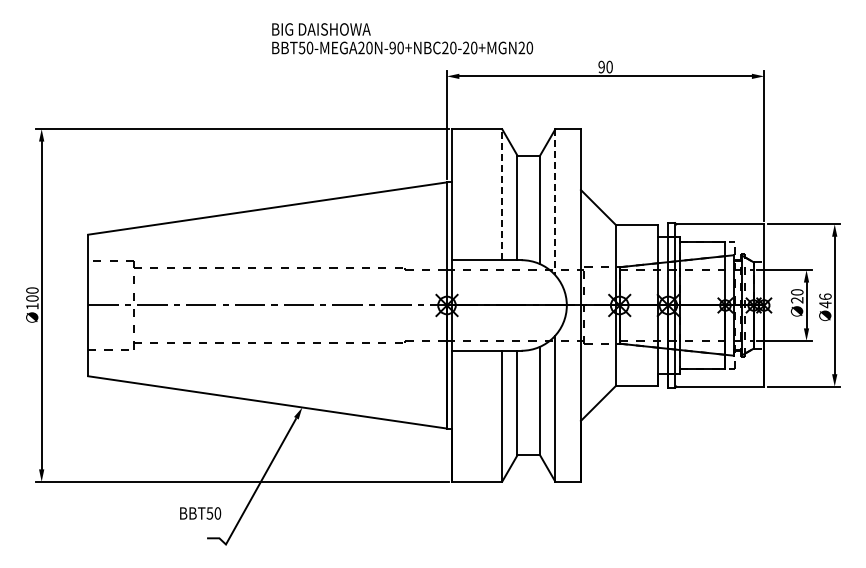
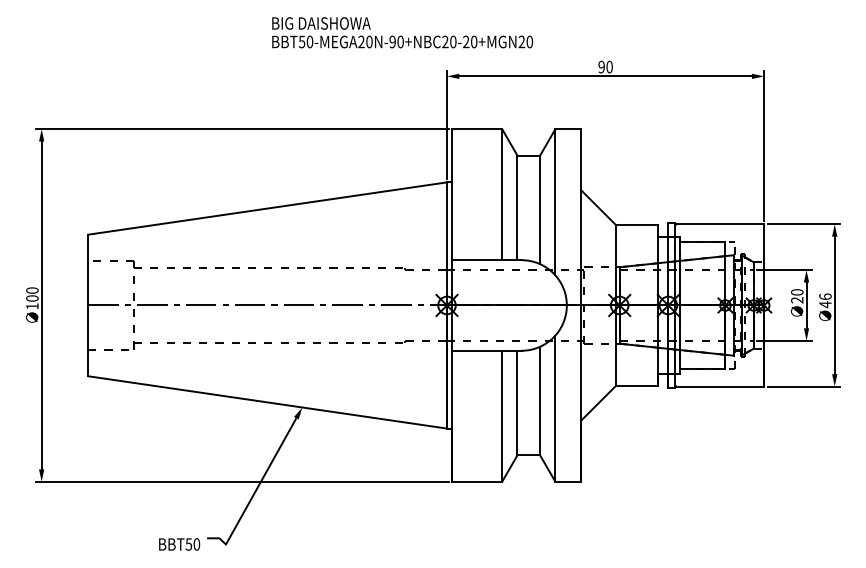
text at (402, 38) position: (402, 38) -> (402, 32)
line at (502, 194): dashed -> solid
line at (555, 202): dashed -> solid
text at (200, 513) position: (200, 513) -> (179, 544)
